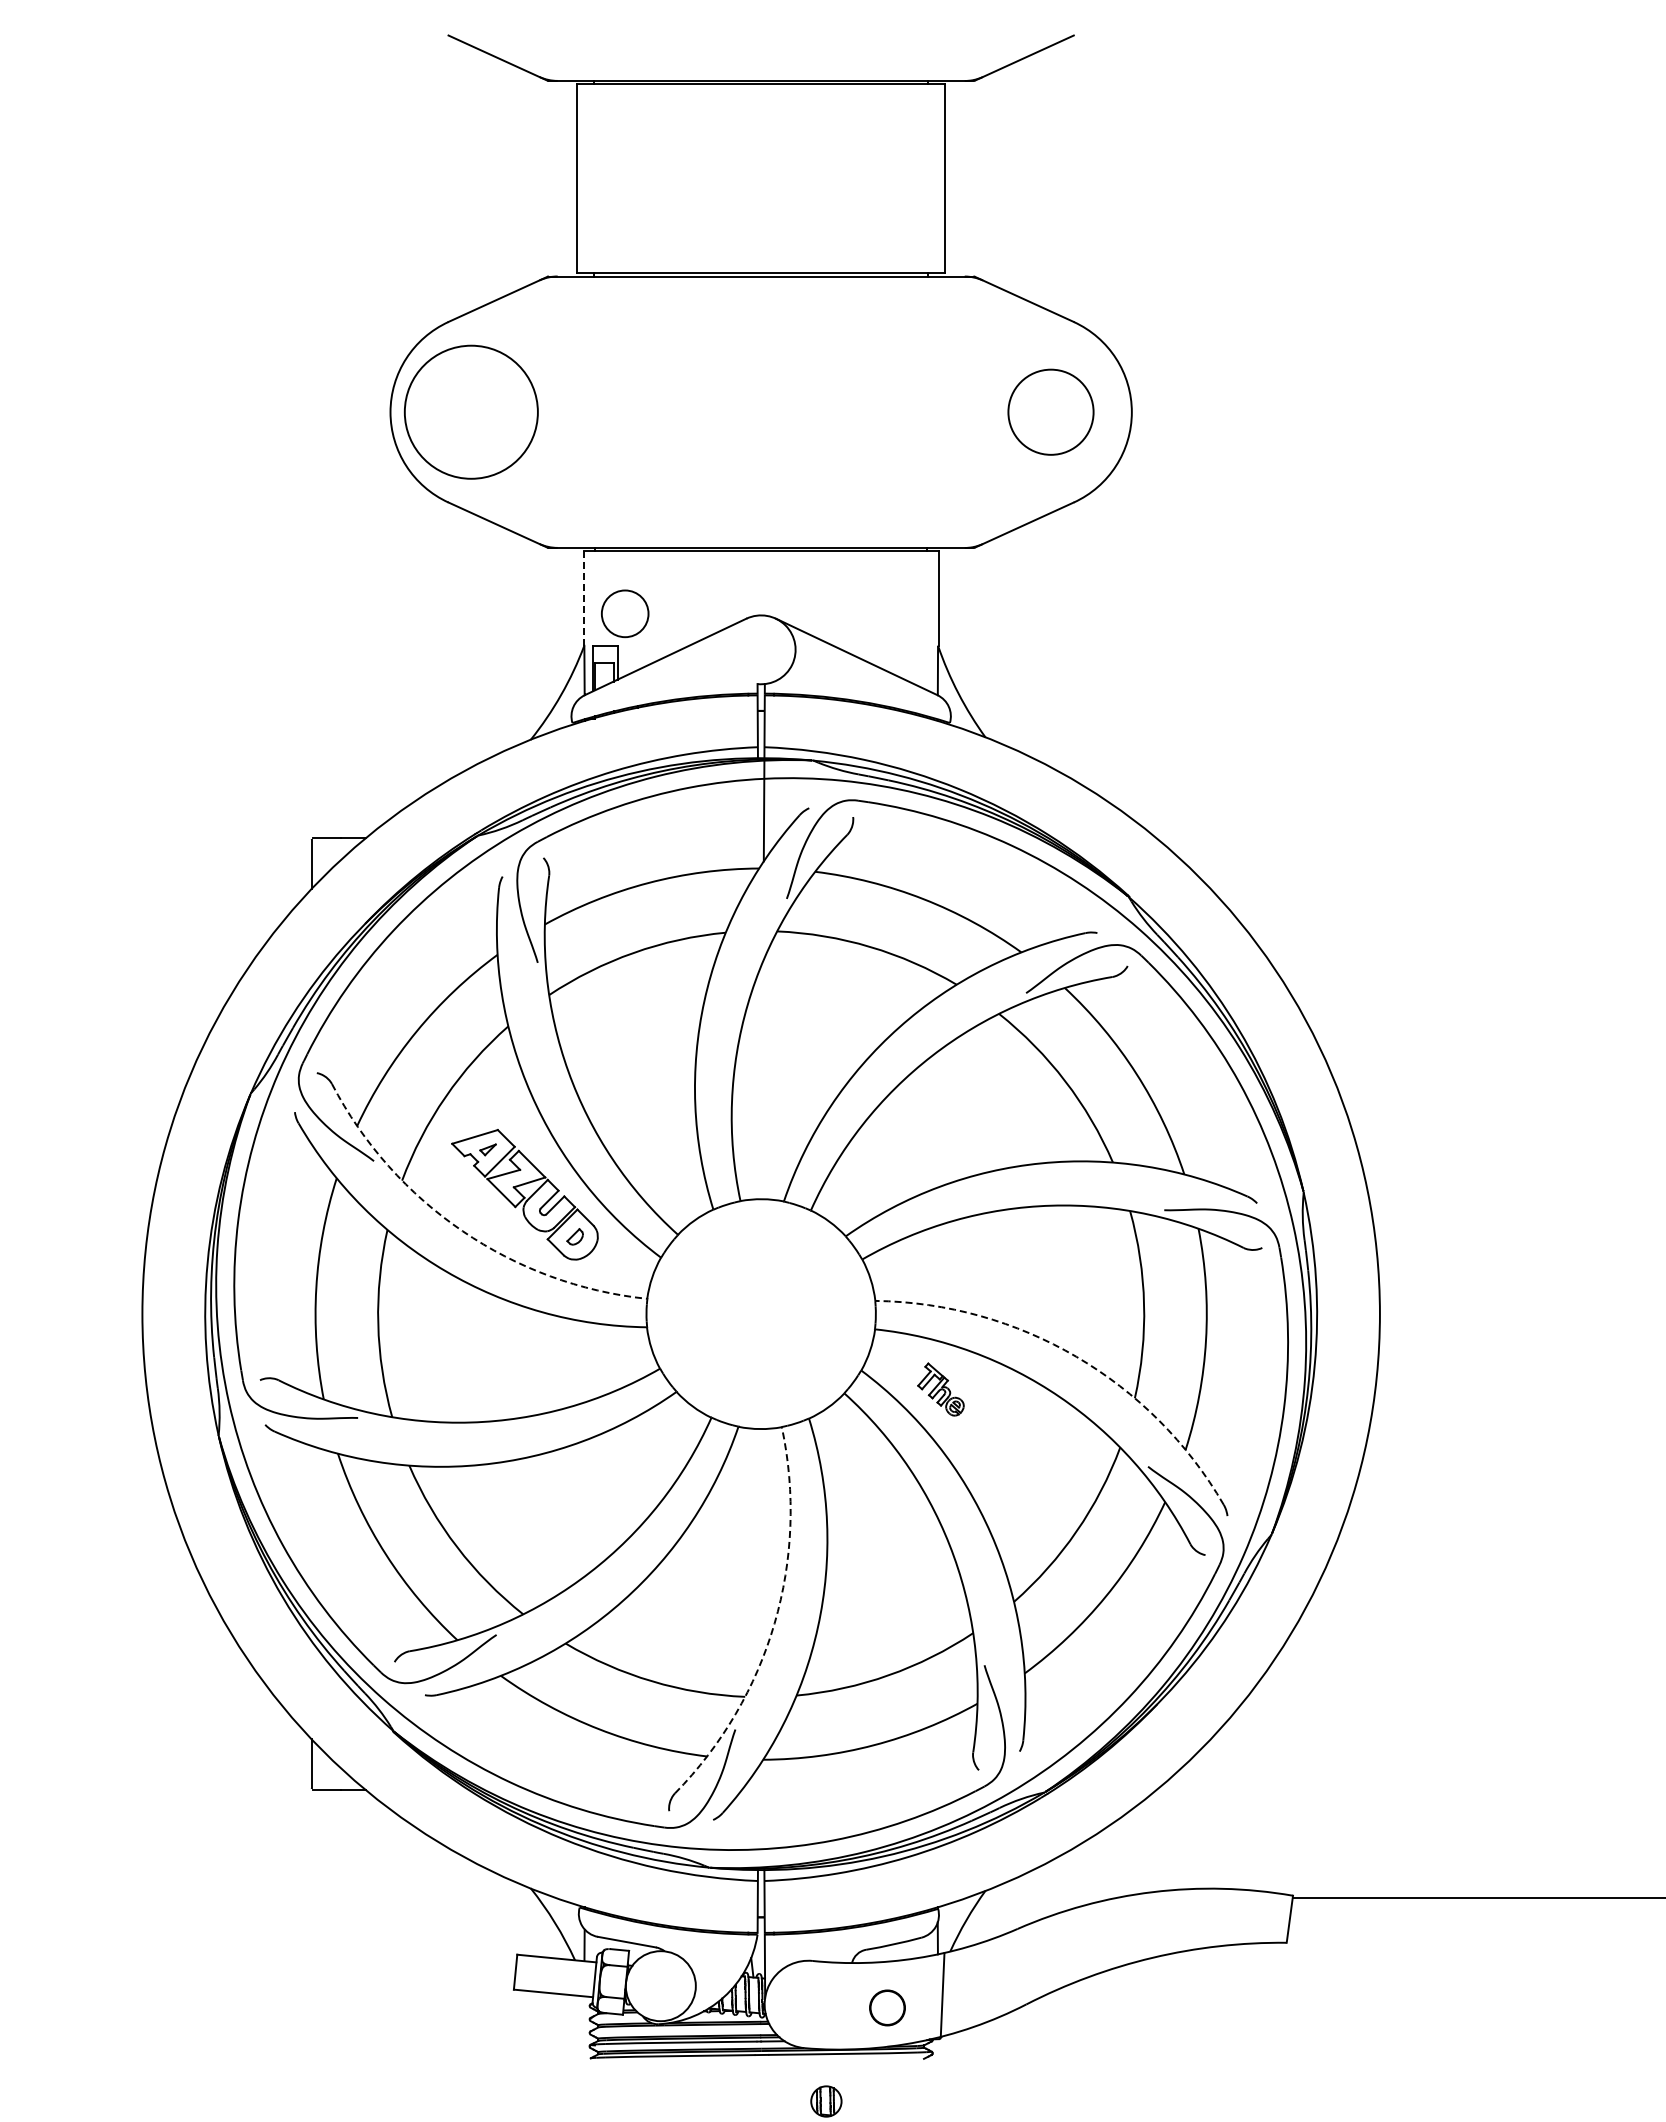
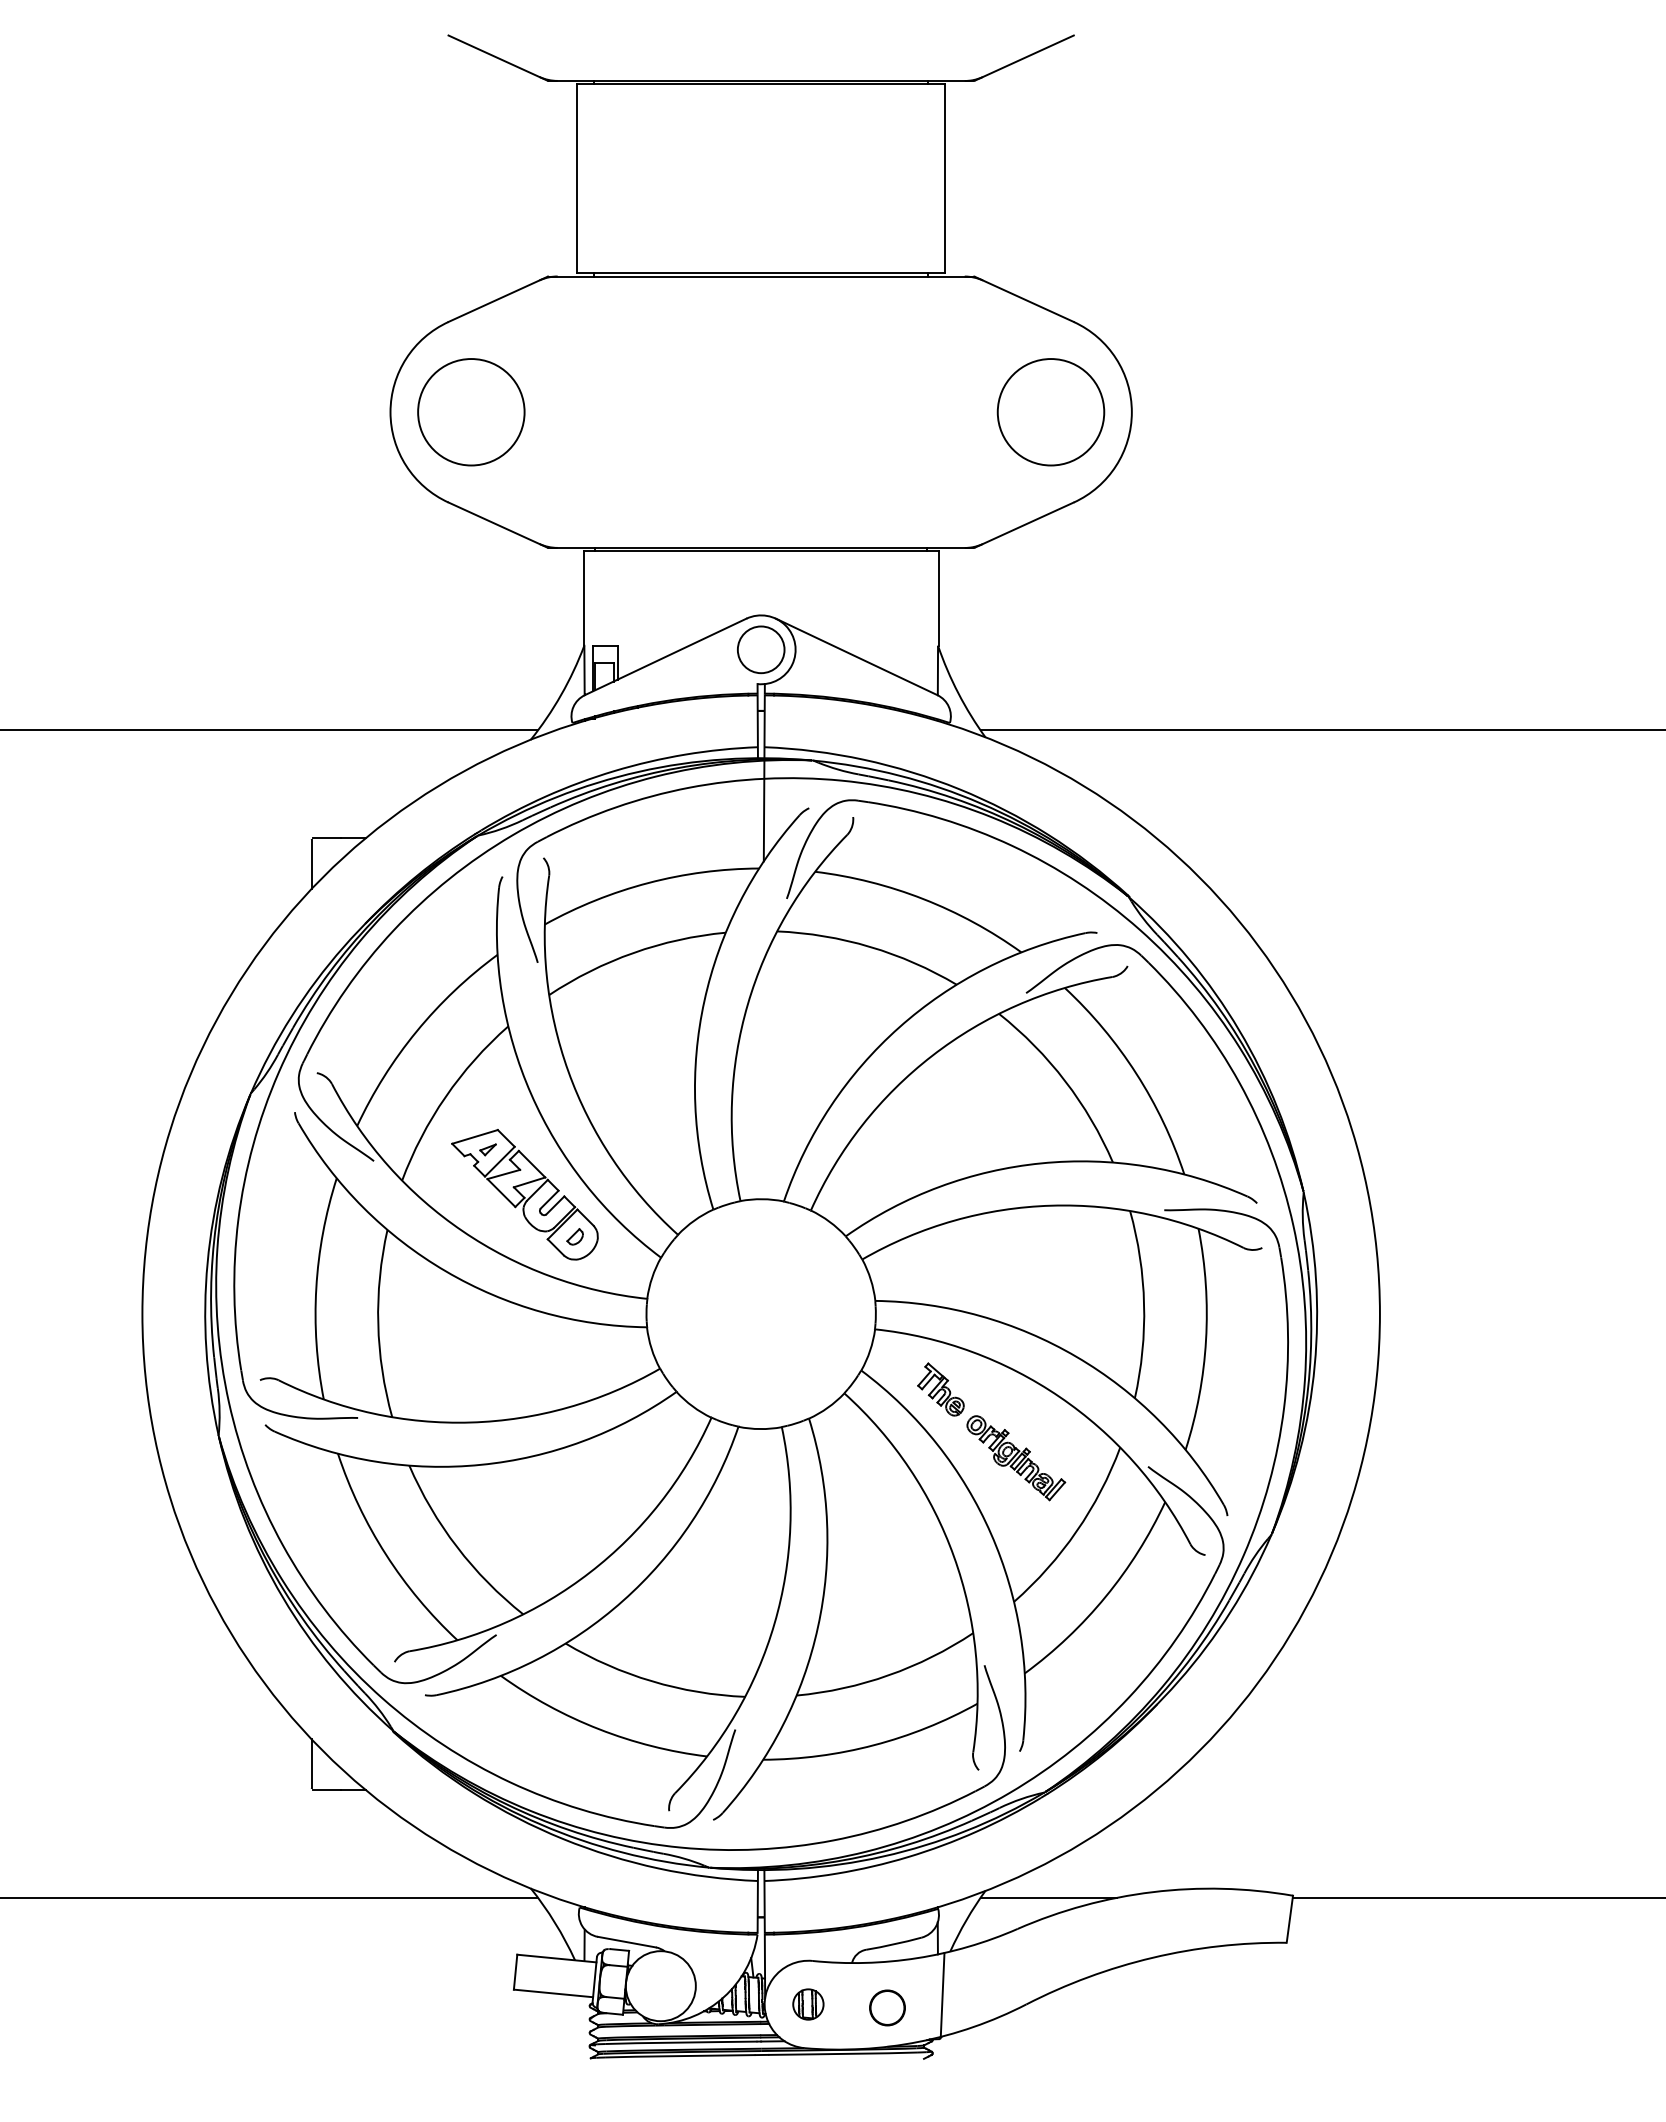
circle at (470, 411) diameter: 133 px -> 106 px
circle at (1050, 411) diameter: 85 px -> 106 px
line at (583, 599): dashed -> solid
circle at (625, 613) position: (625, 613) -> (761, 649)
line at (269, 730): none -> present
line at (1321, 730): none -> present
arc at (462, 1231): dashed -> solid
arc at (1076, 1356): dashed -> solid
part at (1016, 1458): none -> present
arc at (774, 1623): dashed -> solid
line at (269, 1897): none -> present
line at (1049, 1897): none -> present
part at (826, 2101) position: (826, 2101) -> (808, 2004)
